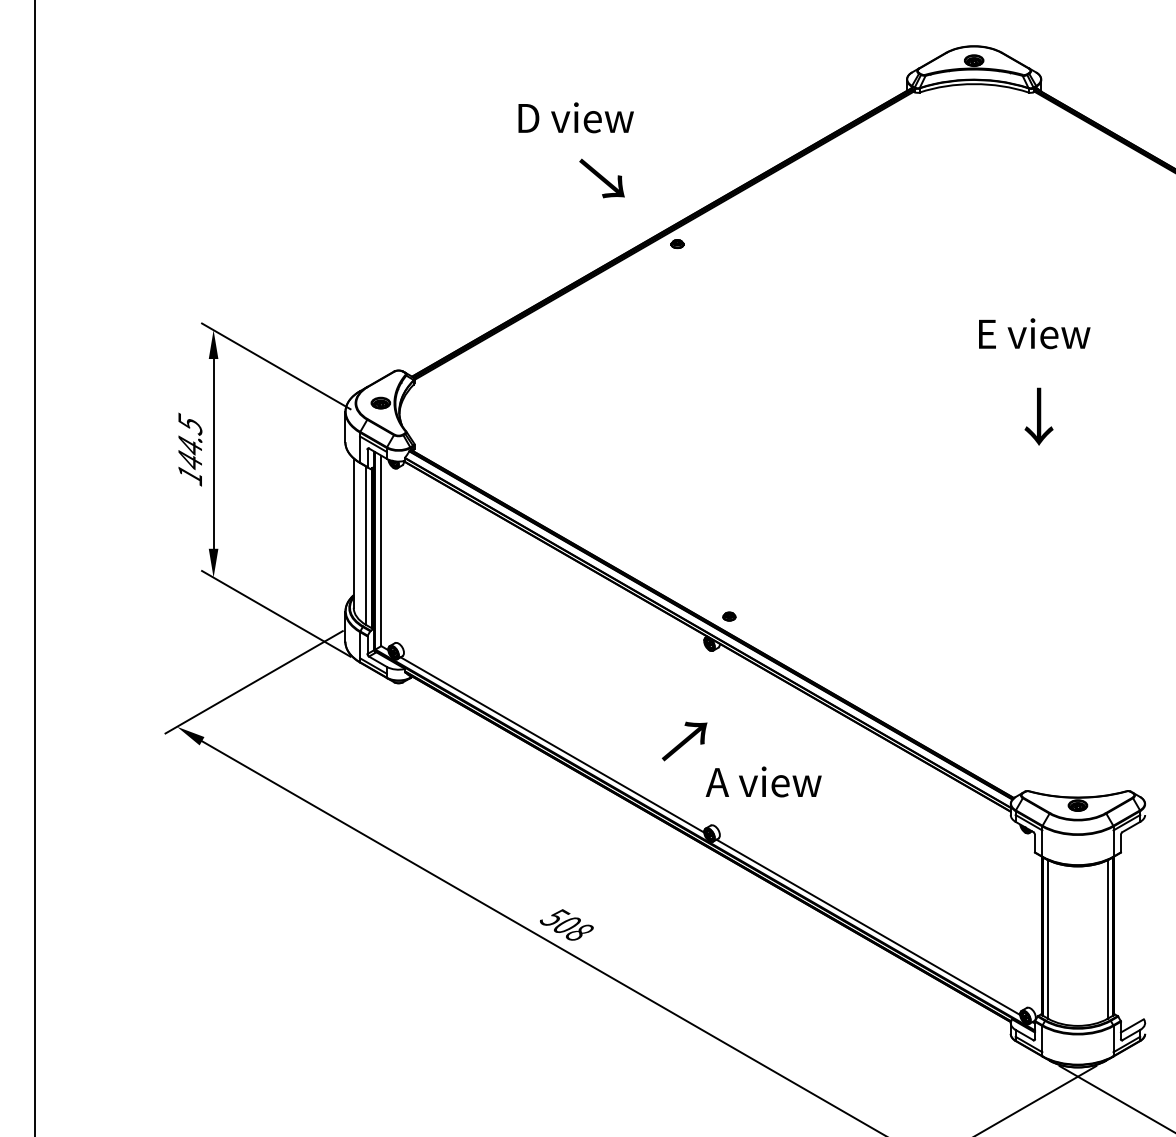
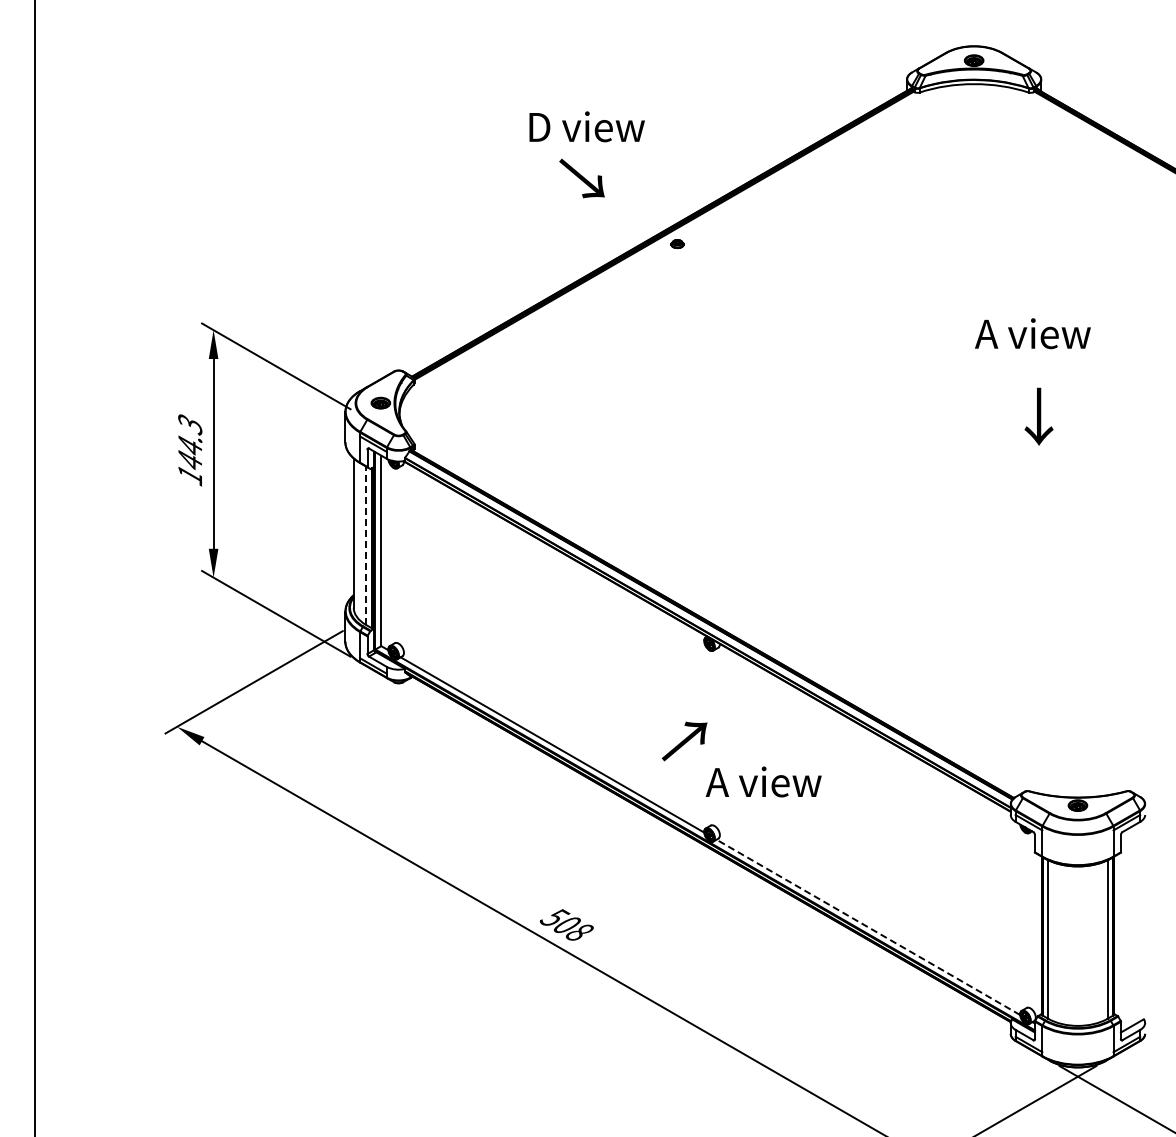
text at (575, 117) position: (575, 117) -> (586, 126)
text at (601, 178) position: (601, 178) -> (581, 178)
text at (1032, 333): E view -> A view
text at (189, 422): 144.5 -> 144.3
line at (366, 545): solid -> dashed
part at (729, 616): present -> none
line at (867, 927): solid -> dashed
